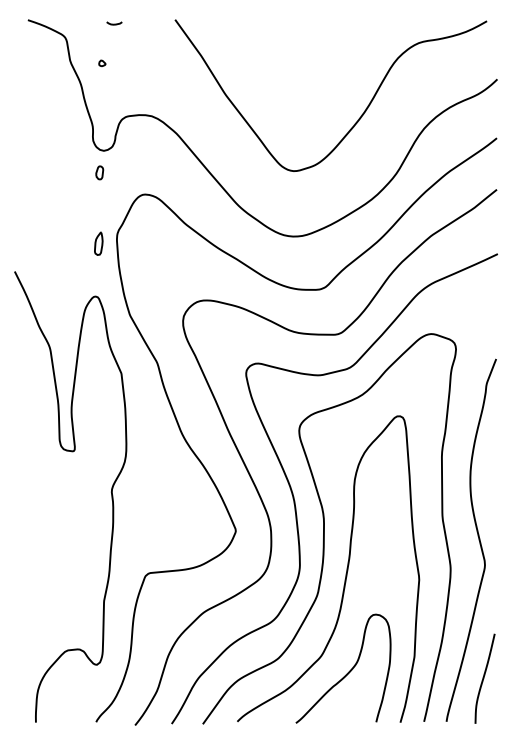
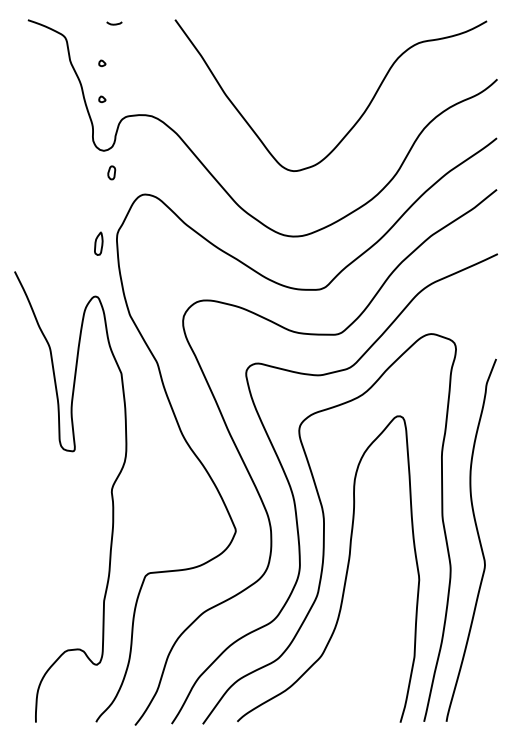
part at (102, 98): none -> present
part at (99, 172) position: (99, 172) -> (111, 172)
curve at (347, 672): present -> none
curve at (484, 678): present -> none
